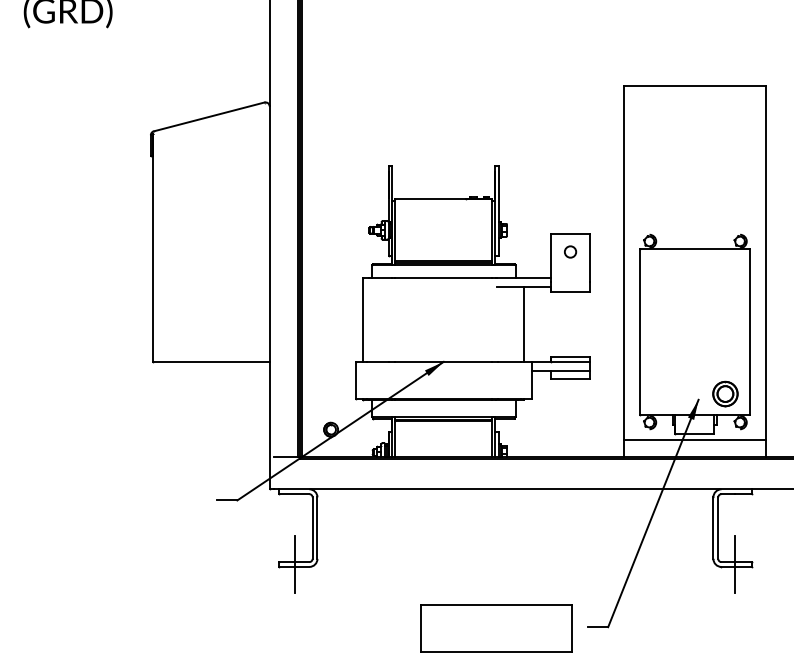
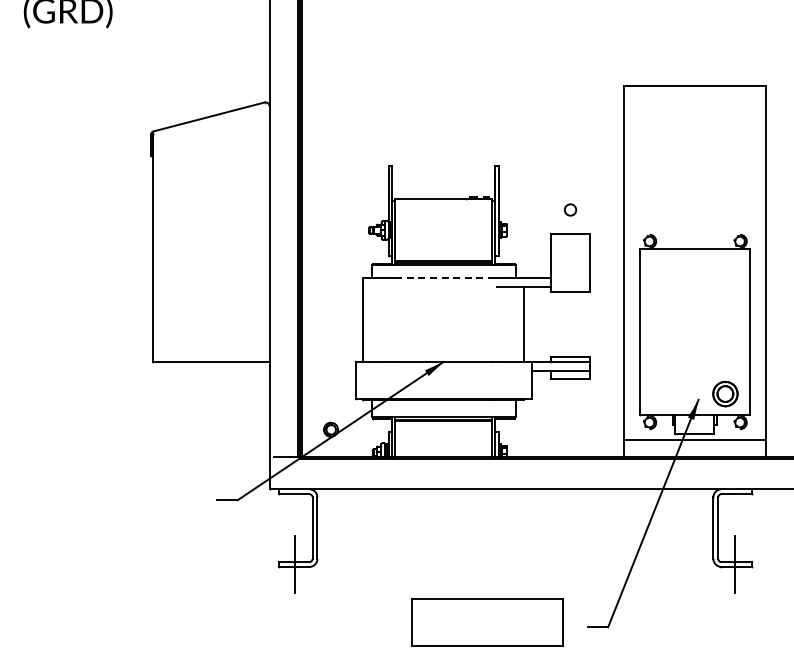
circle at (570, 251) position: (570, 251) -> (570, 209)
line at (443, 278): solid -> dashed
part at (496, 628) position: (496, 628) -> (487, 622)
